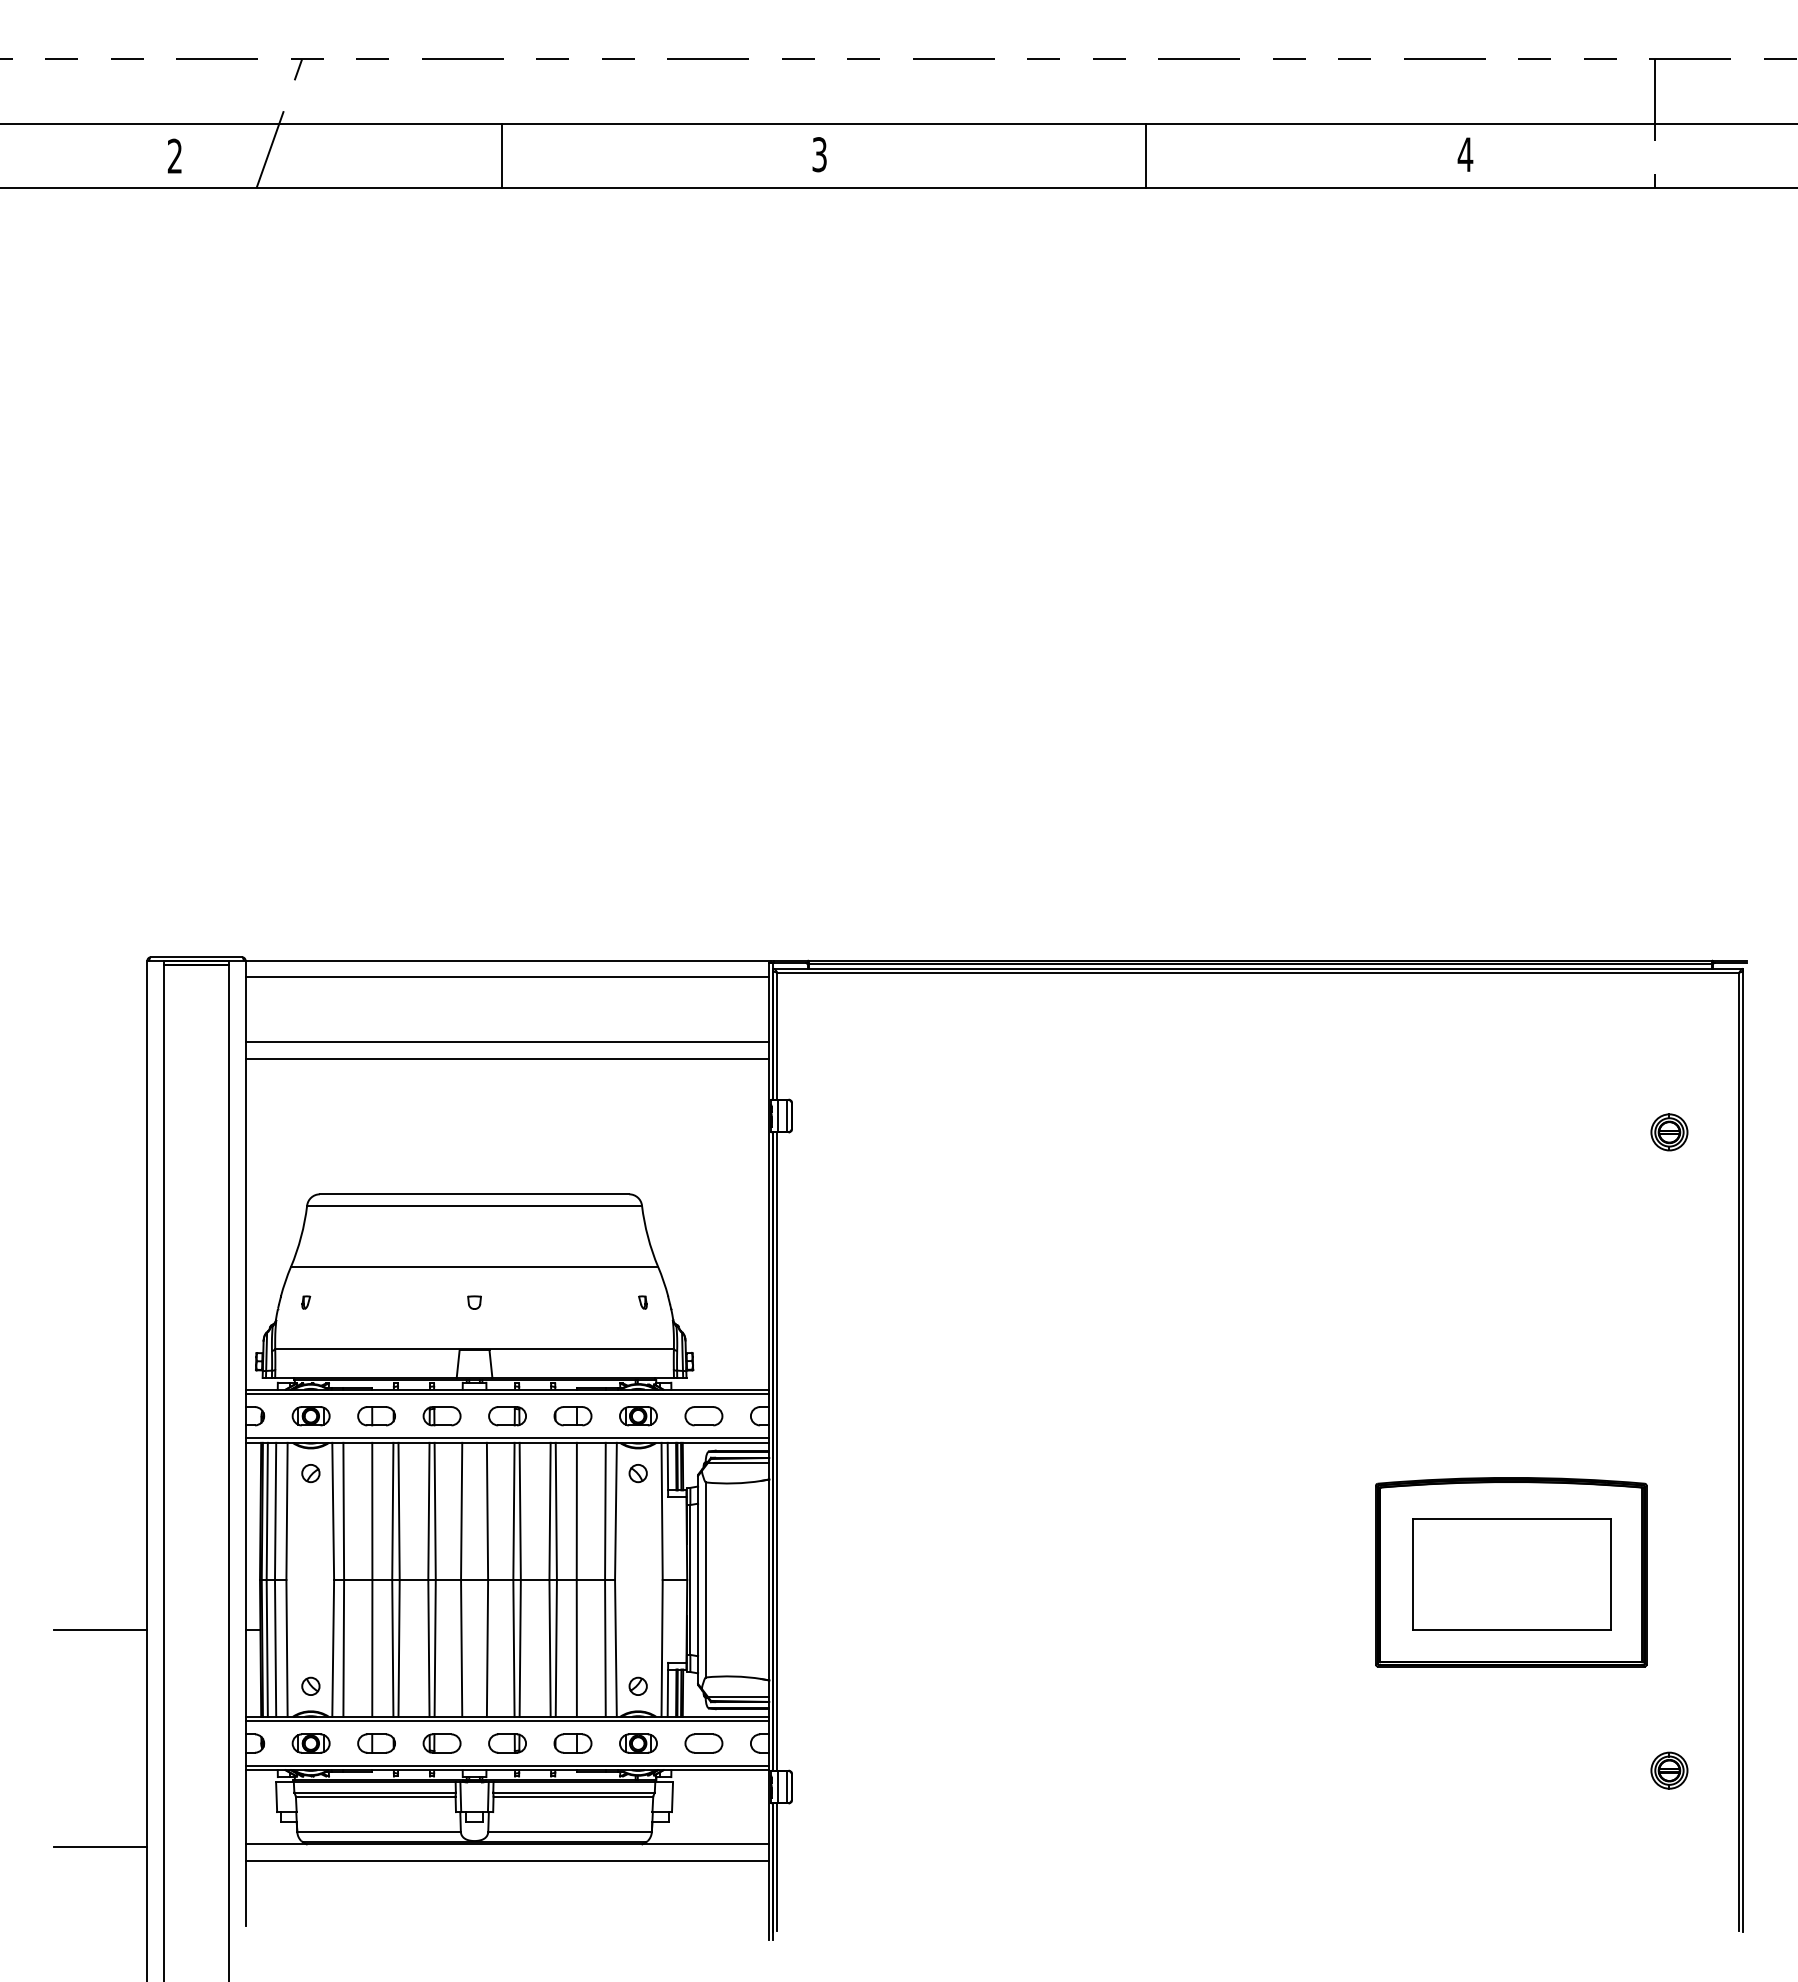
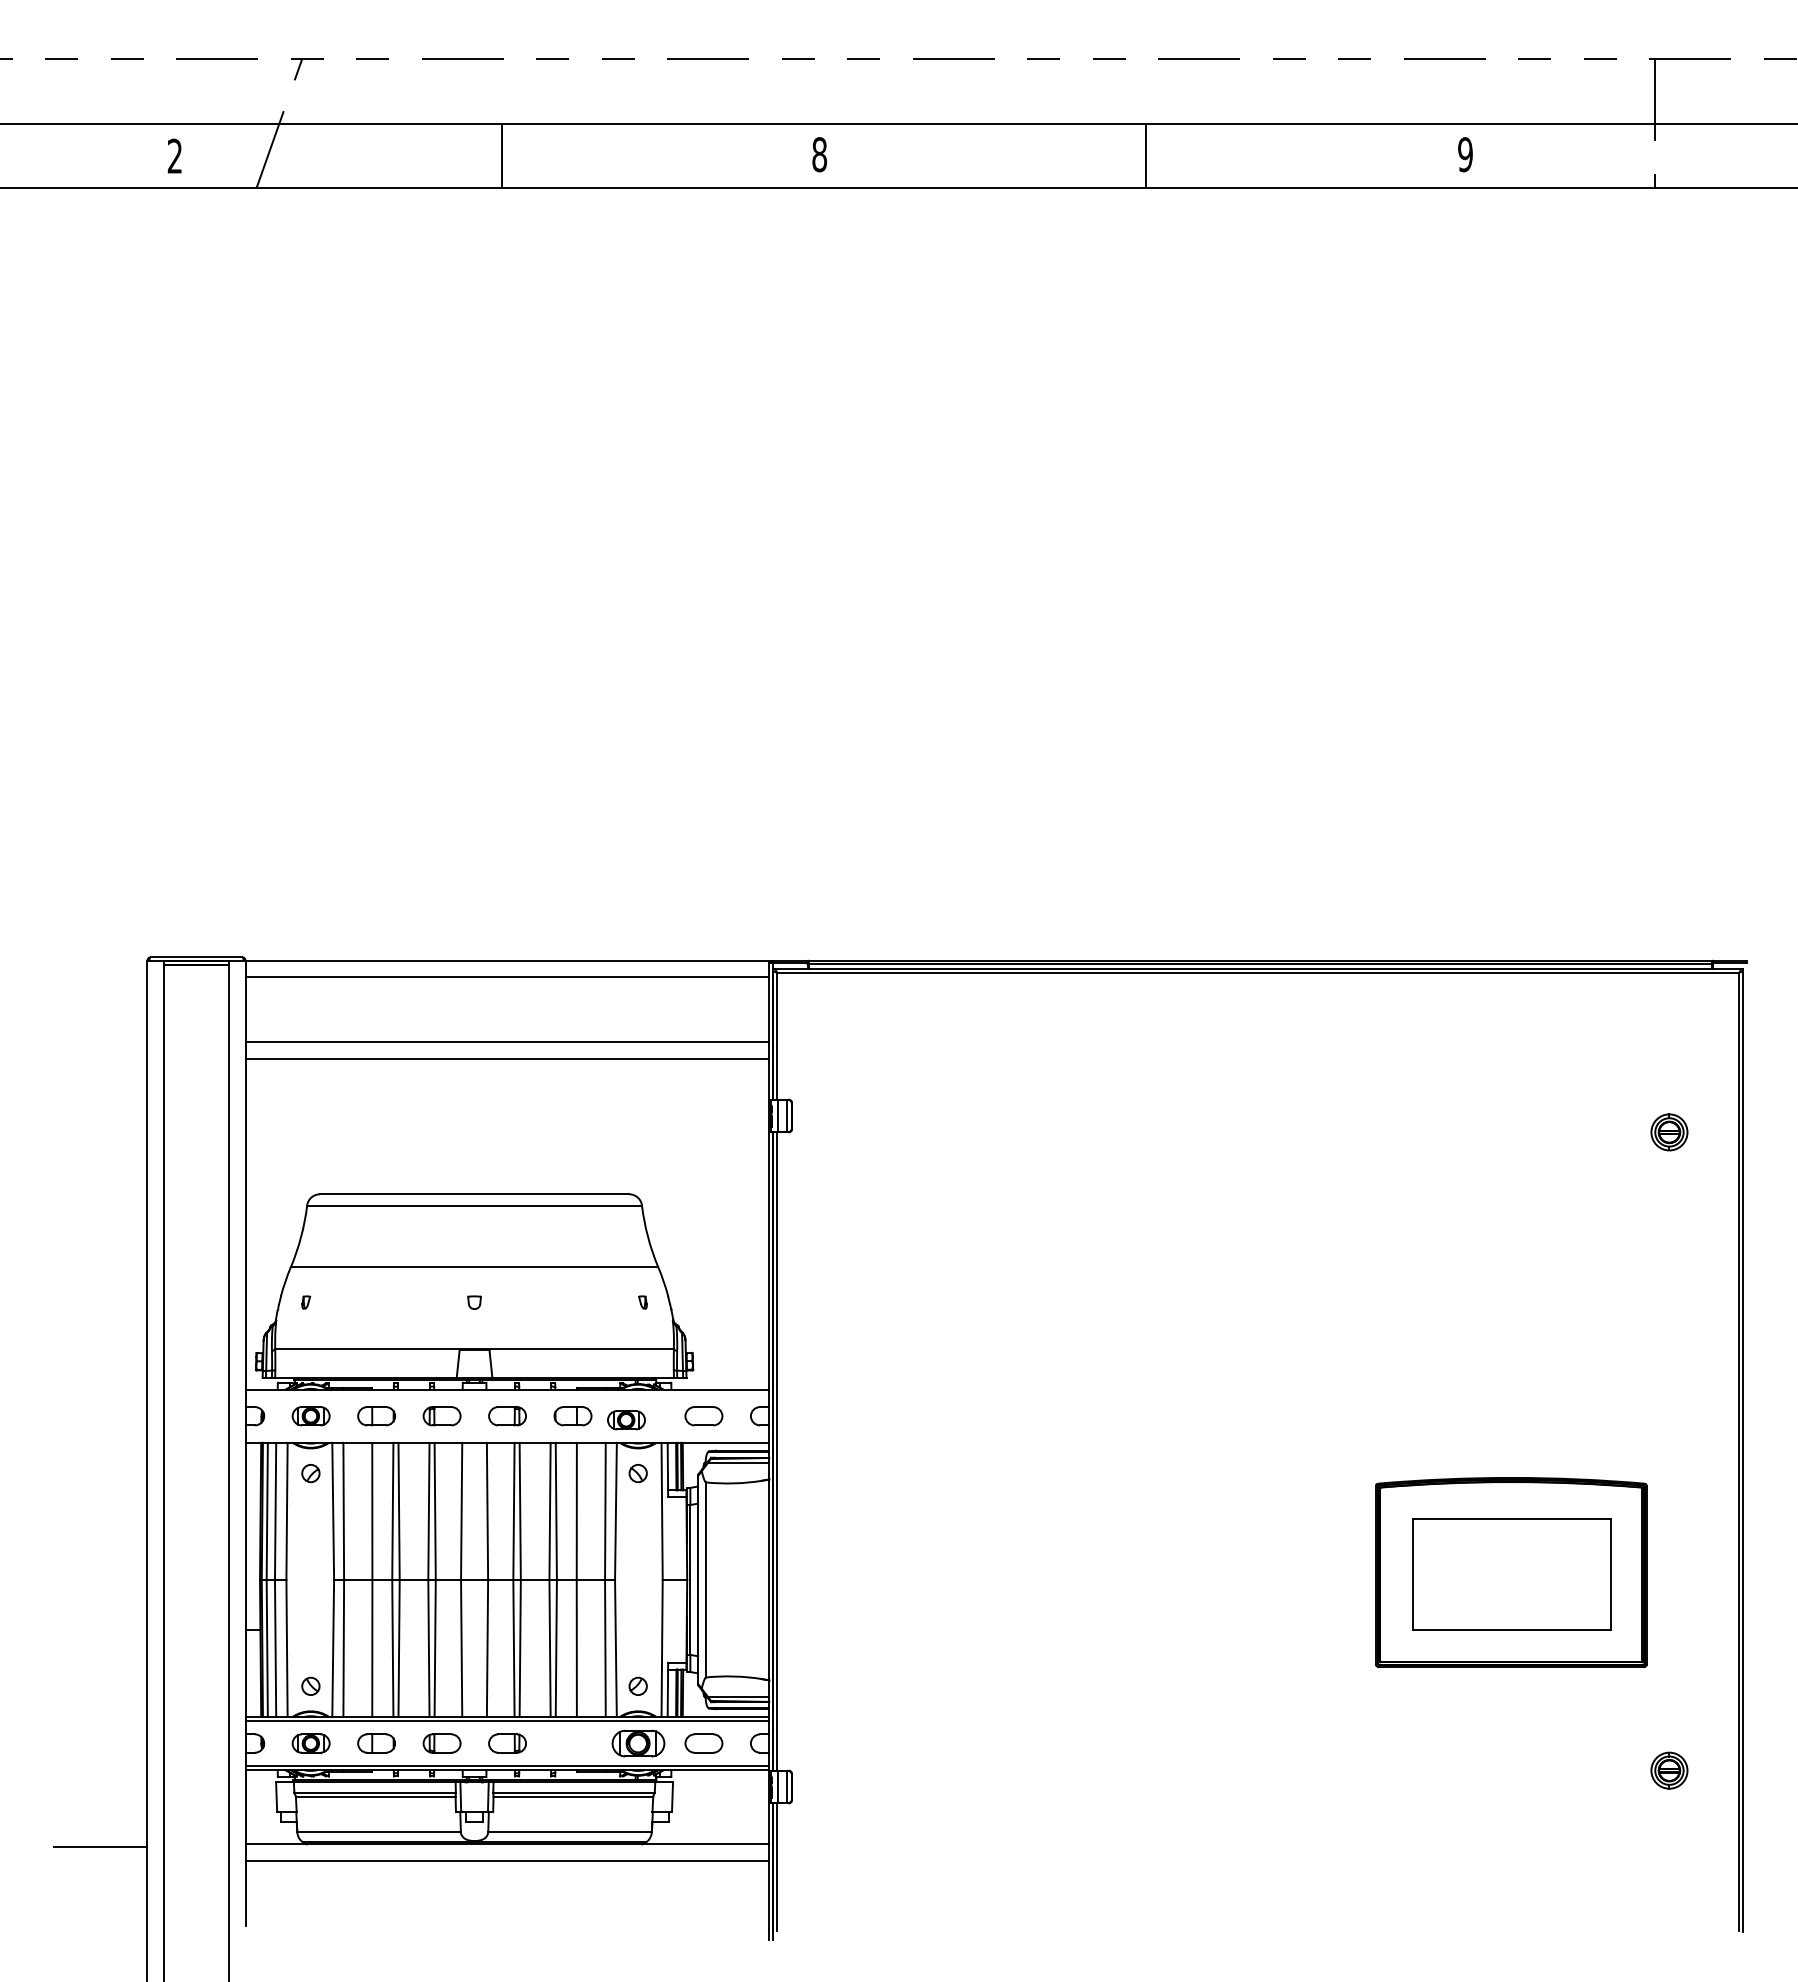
text at (819, 154): 3 -> 8
text at (1465, 154): 4 -> 9
line at (507, 1394): present -> none
part at (638, 1416) position: (638, 1416) -> (626, 1420)
line at (507, 1438): present -> none
line at (100, 1630): present -> none
part at (572, 1743): present -> none
part at (638, 1743) size: 39x21 px -> 55x29 px
